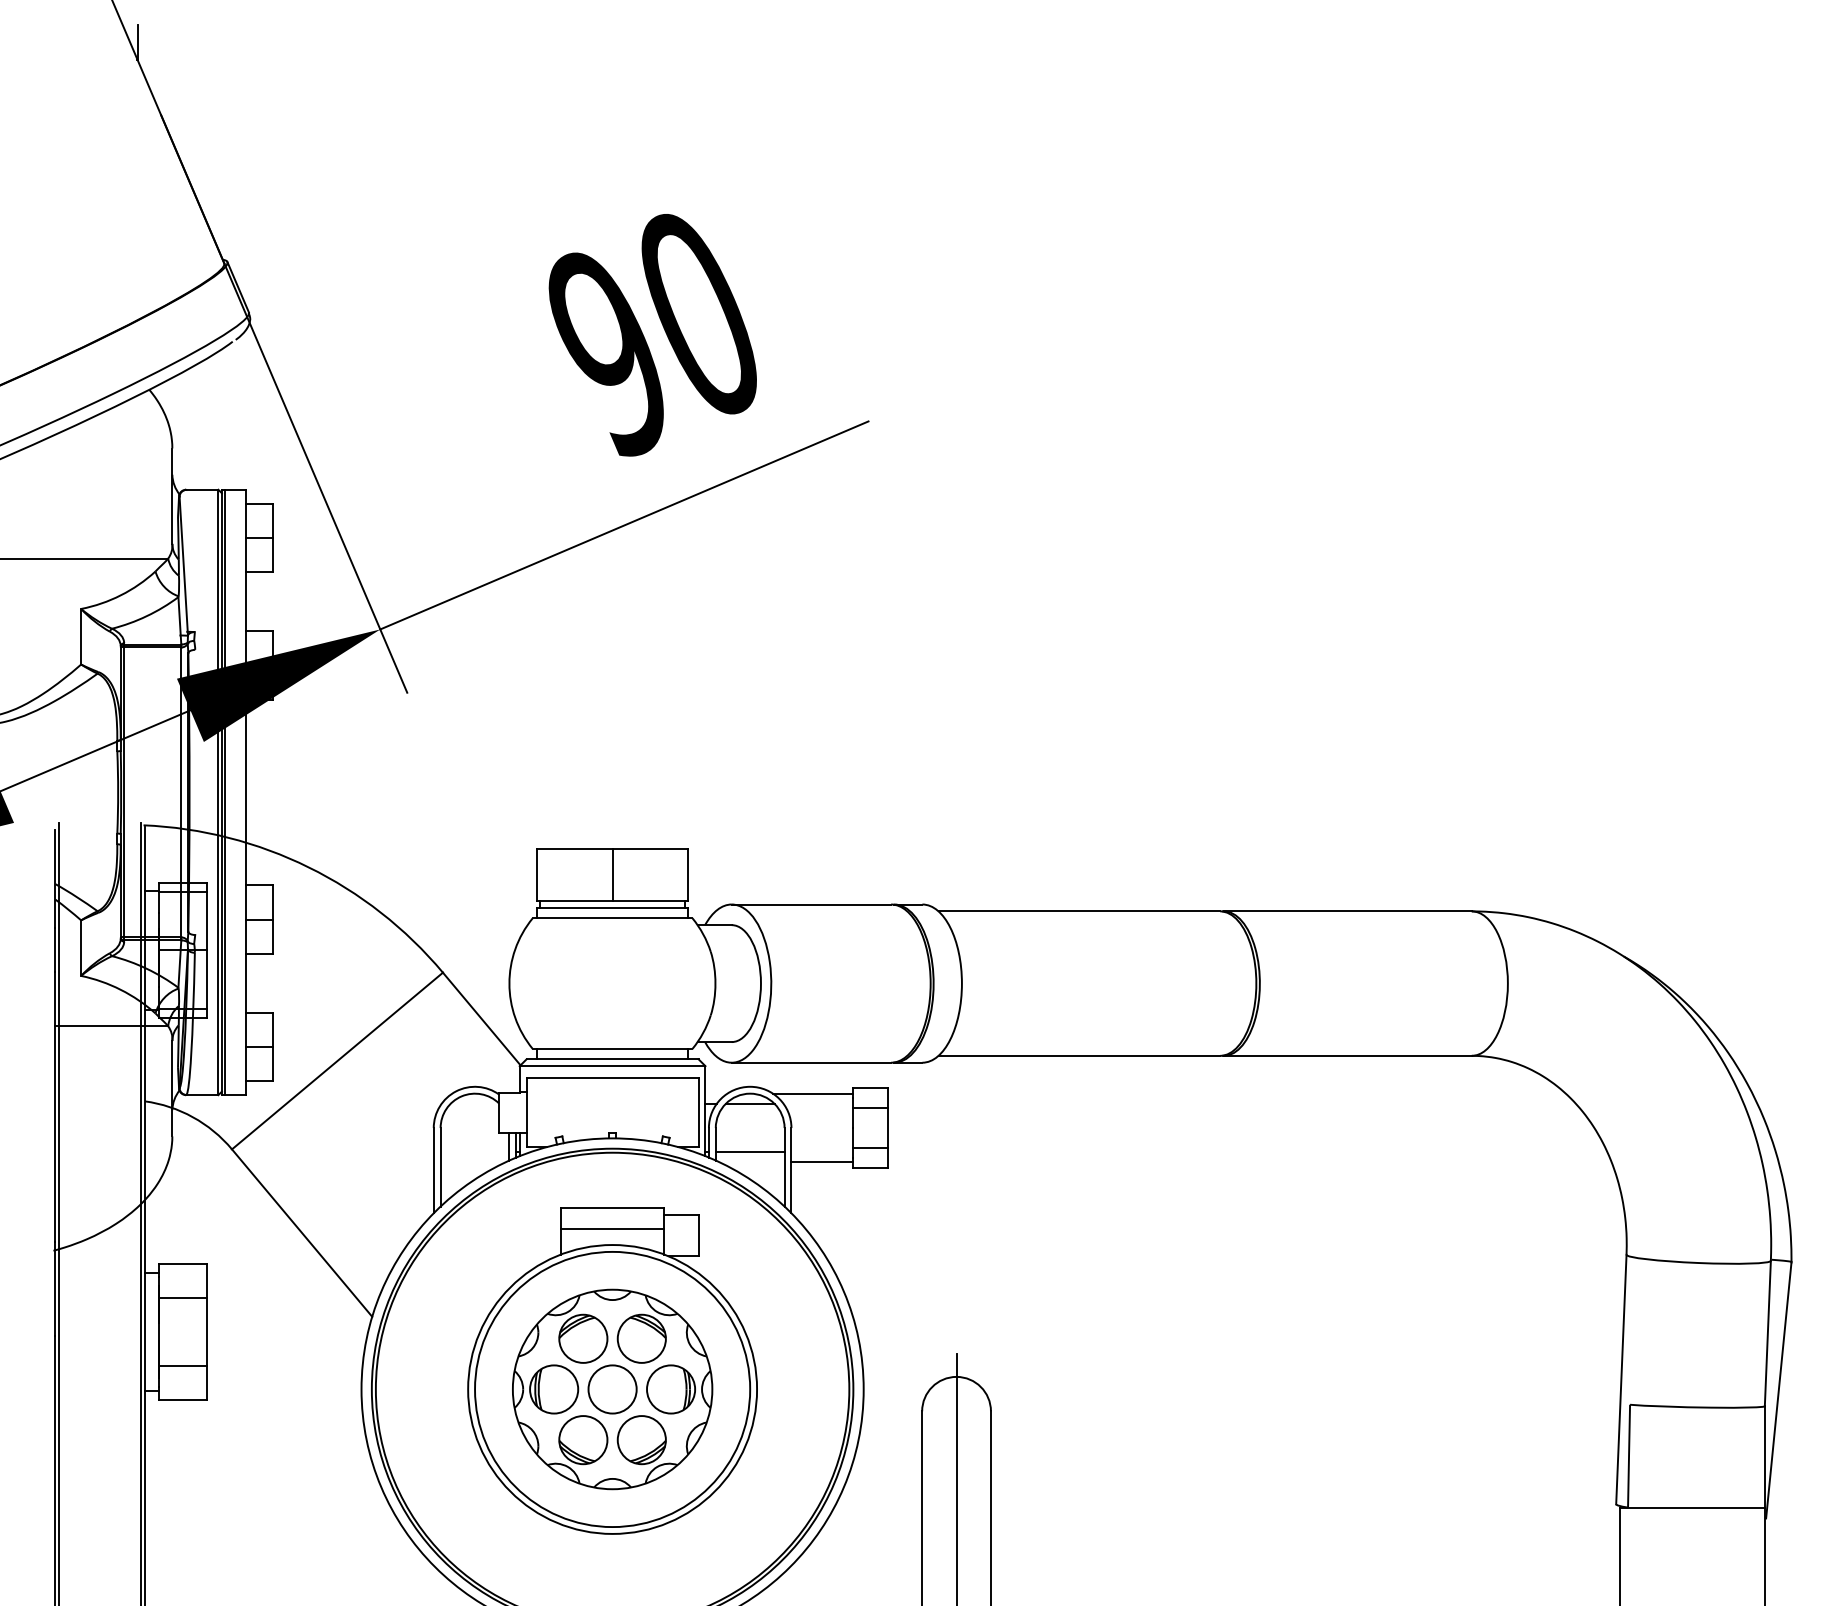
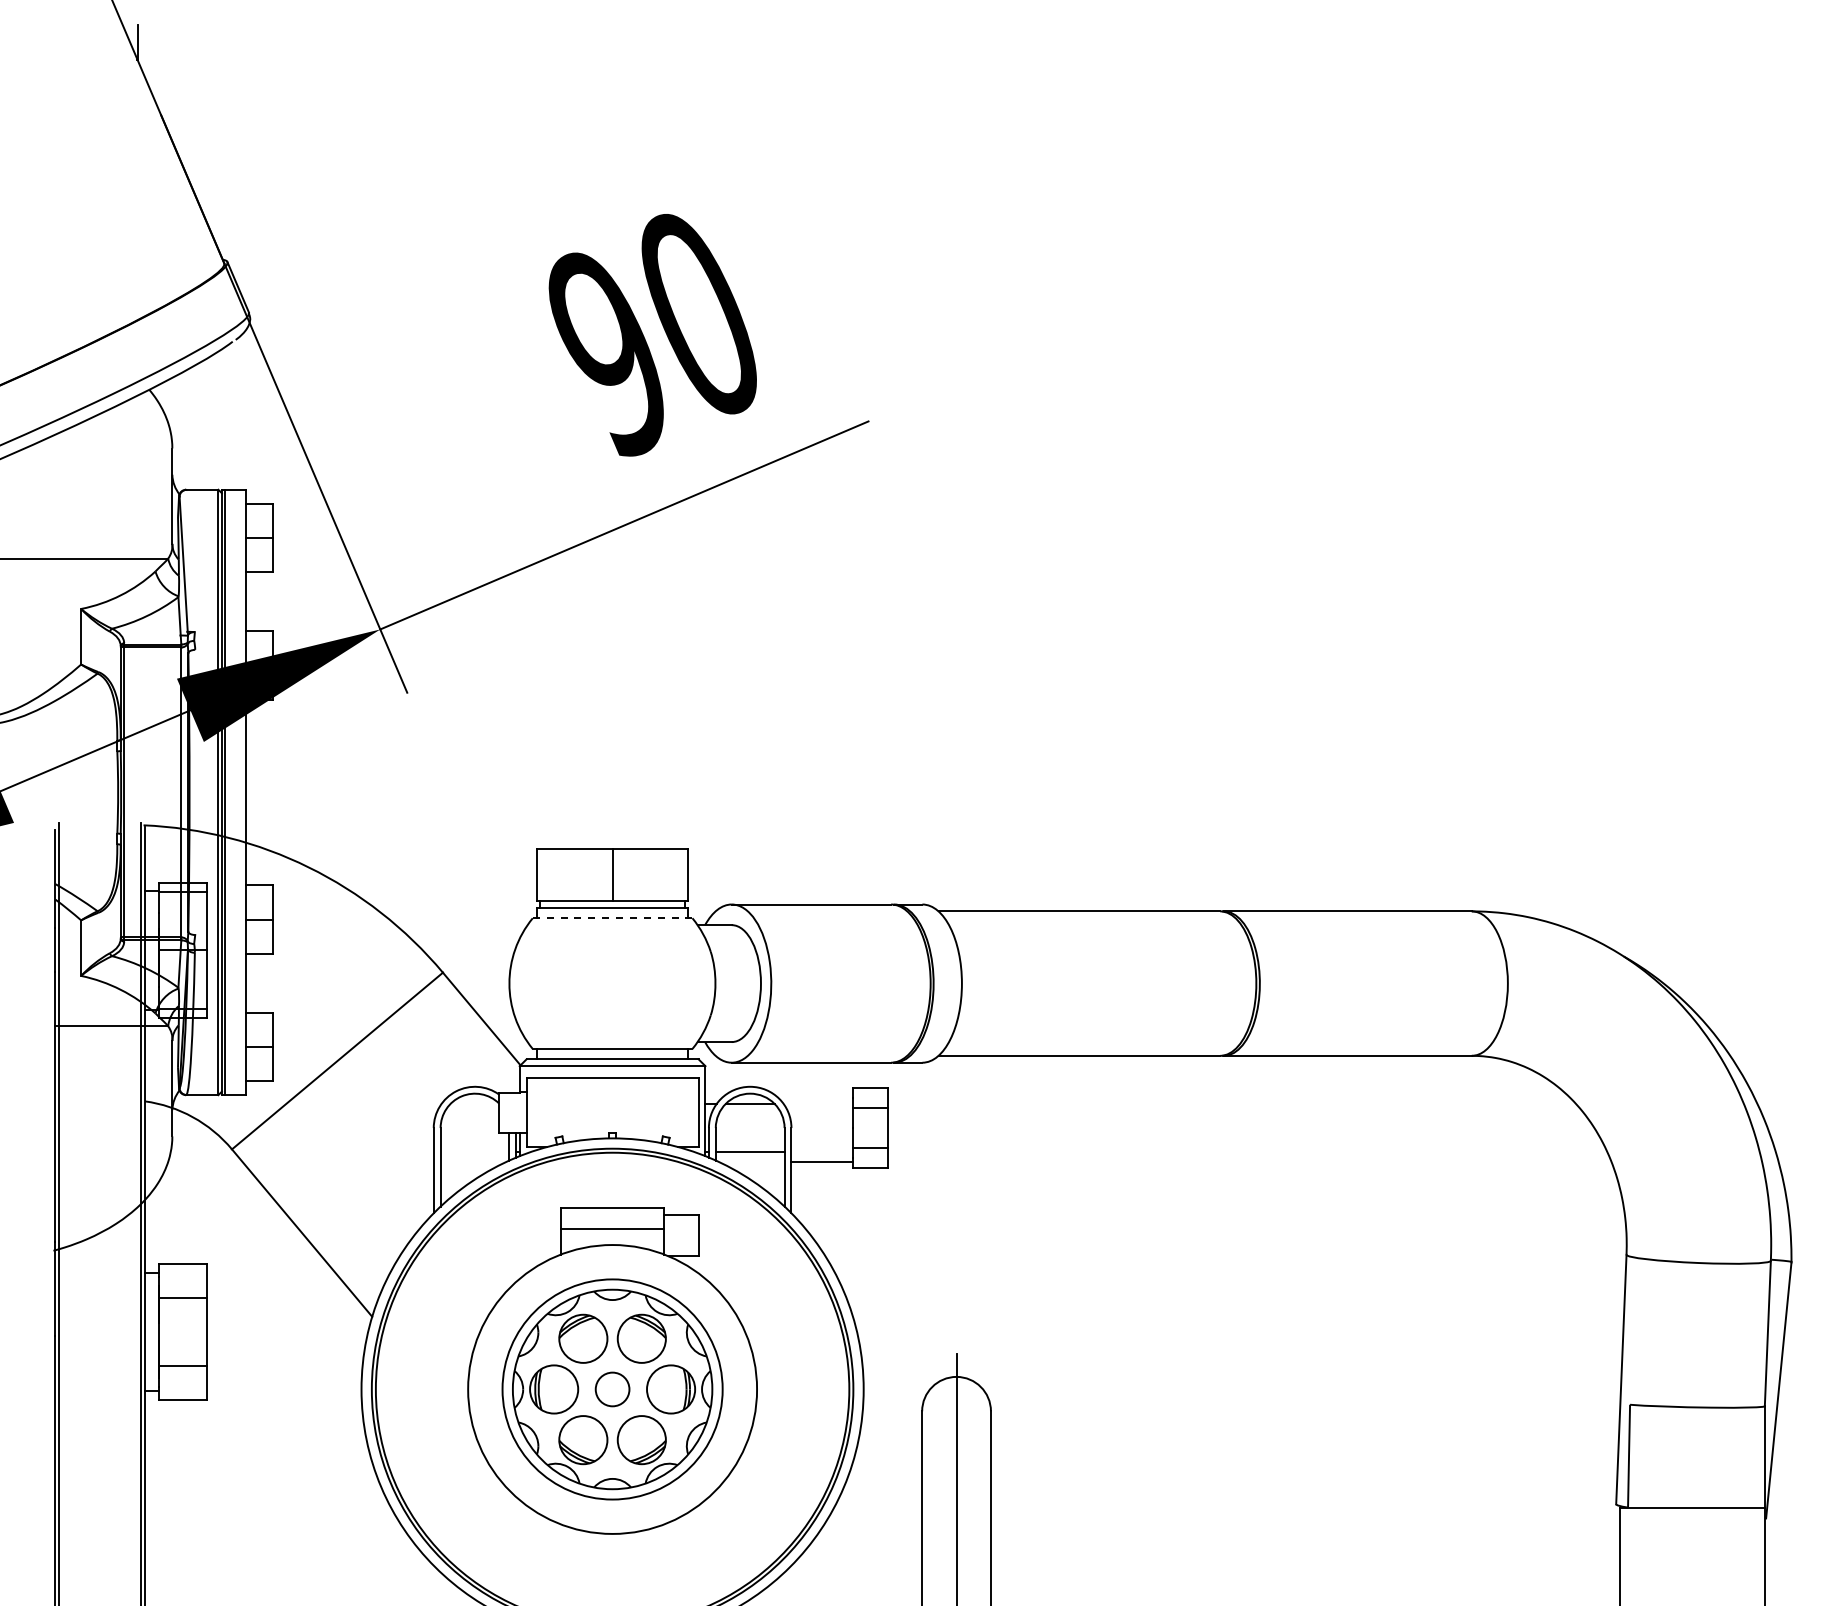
line at (612, 918): solid -> dashed
line at (813, 1093): present -> none
circle at (612, 1389) diameter: 275 px -> 220 px
circle at (612, 1389) diameter: 48 px -> 34 px
